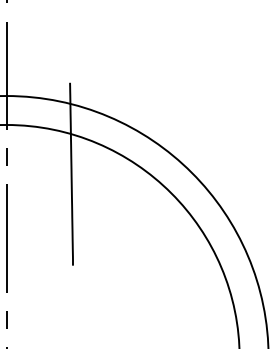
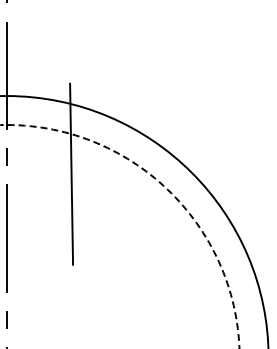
circle at (119, 236): solid -> dashed
